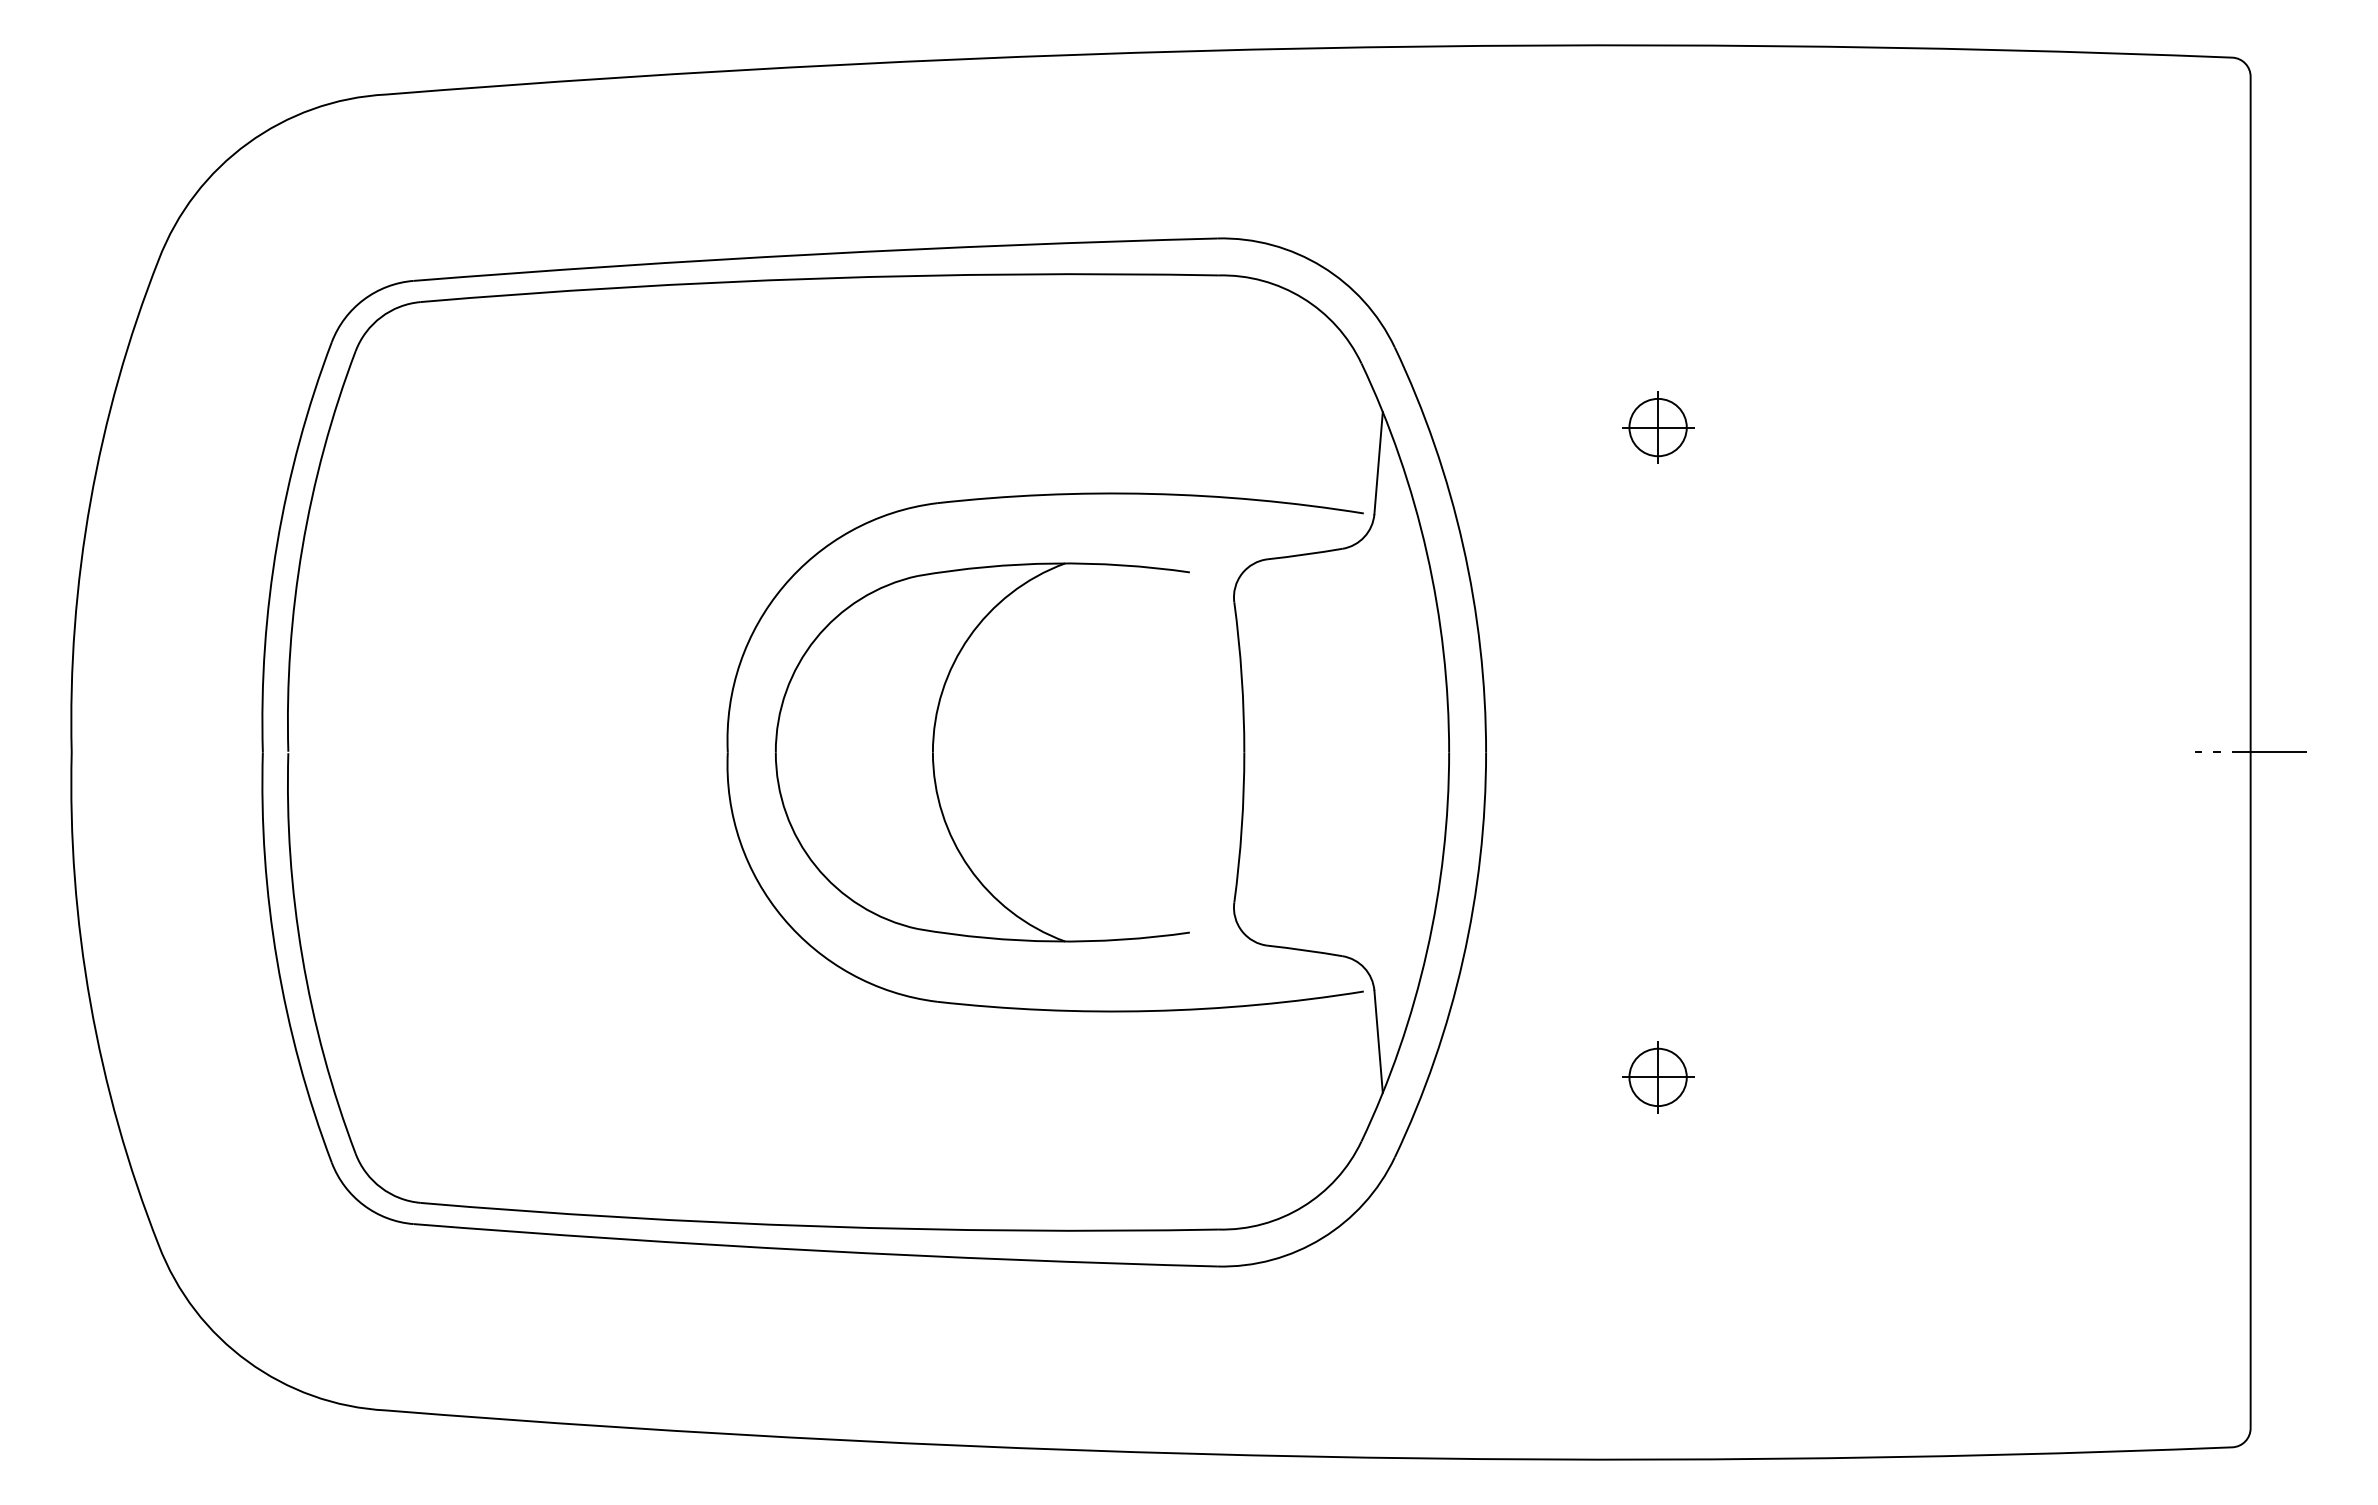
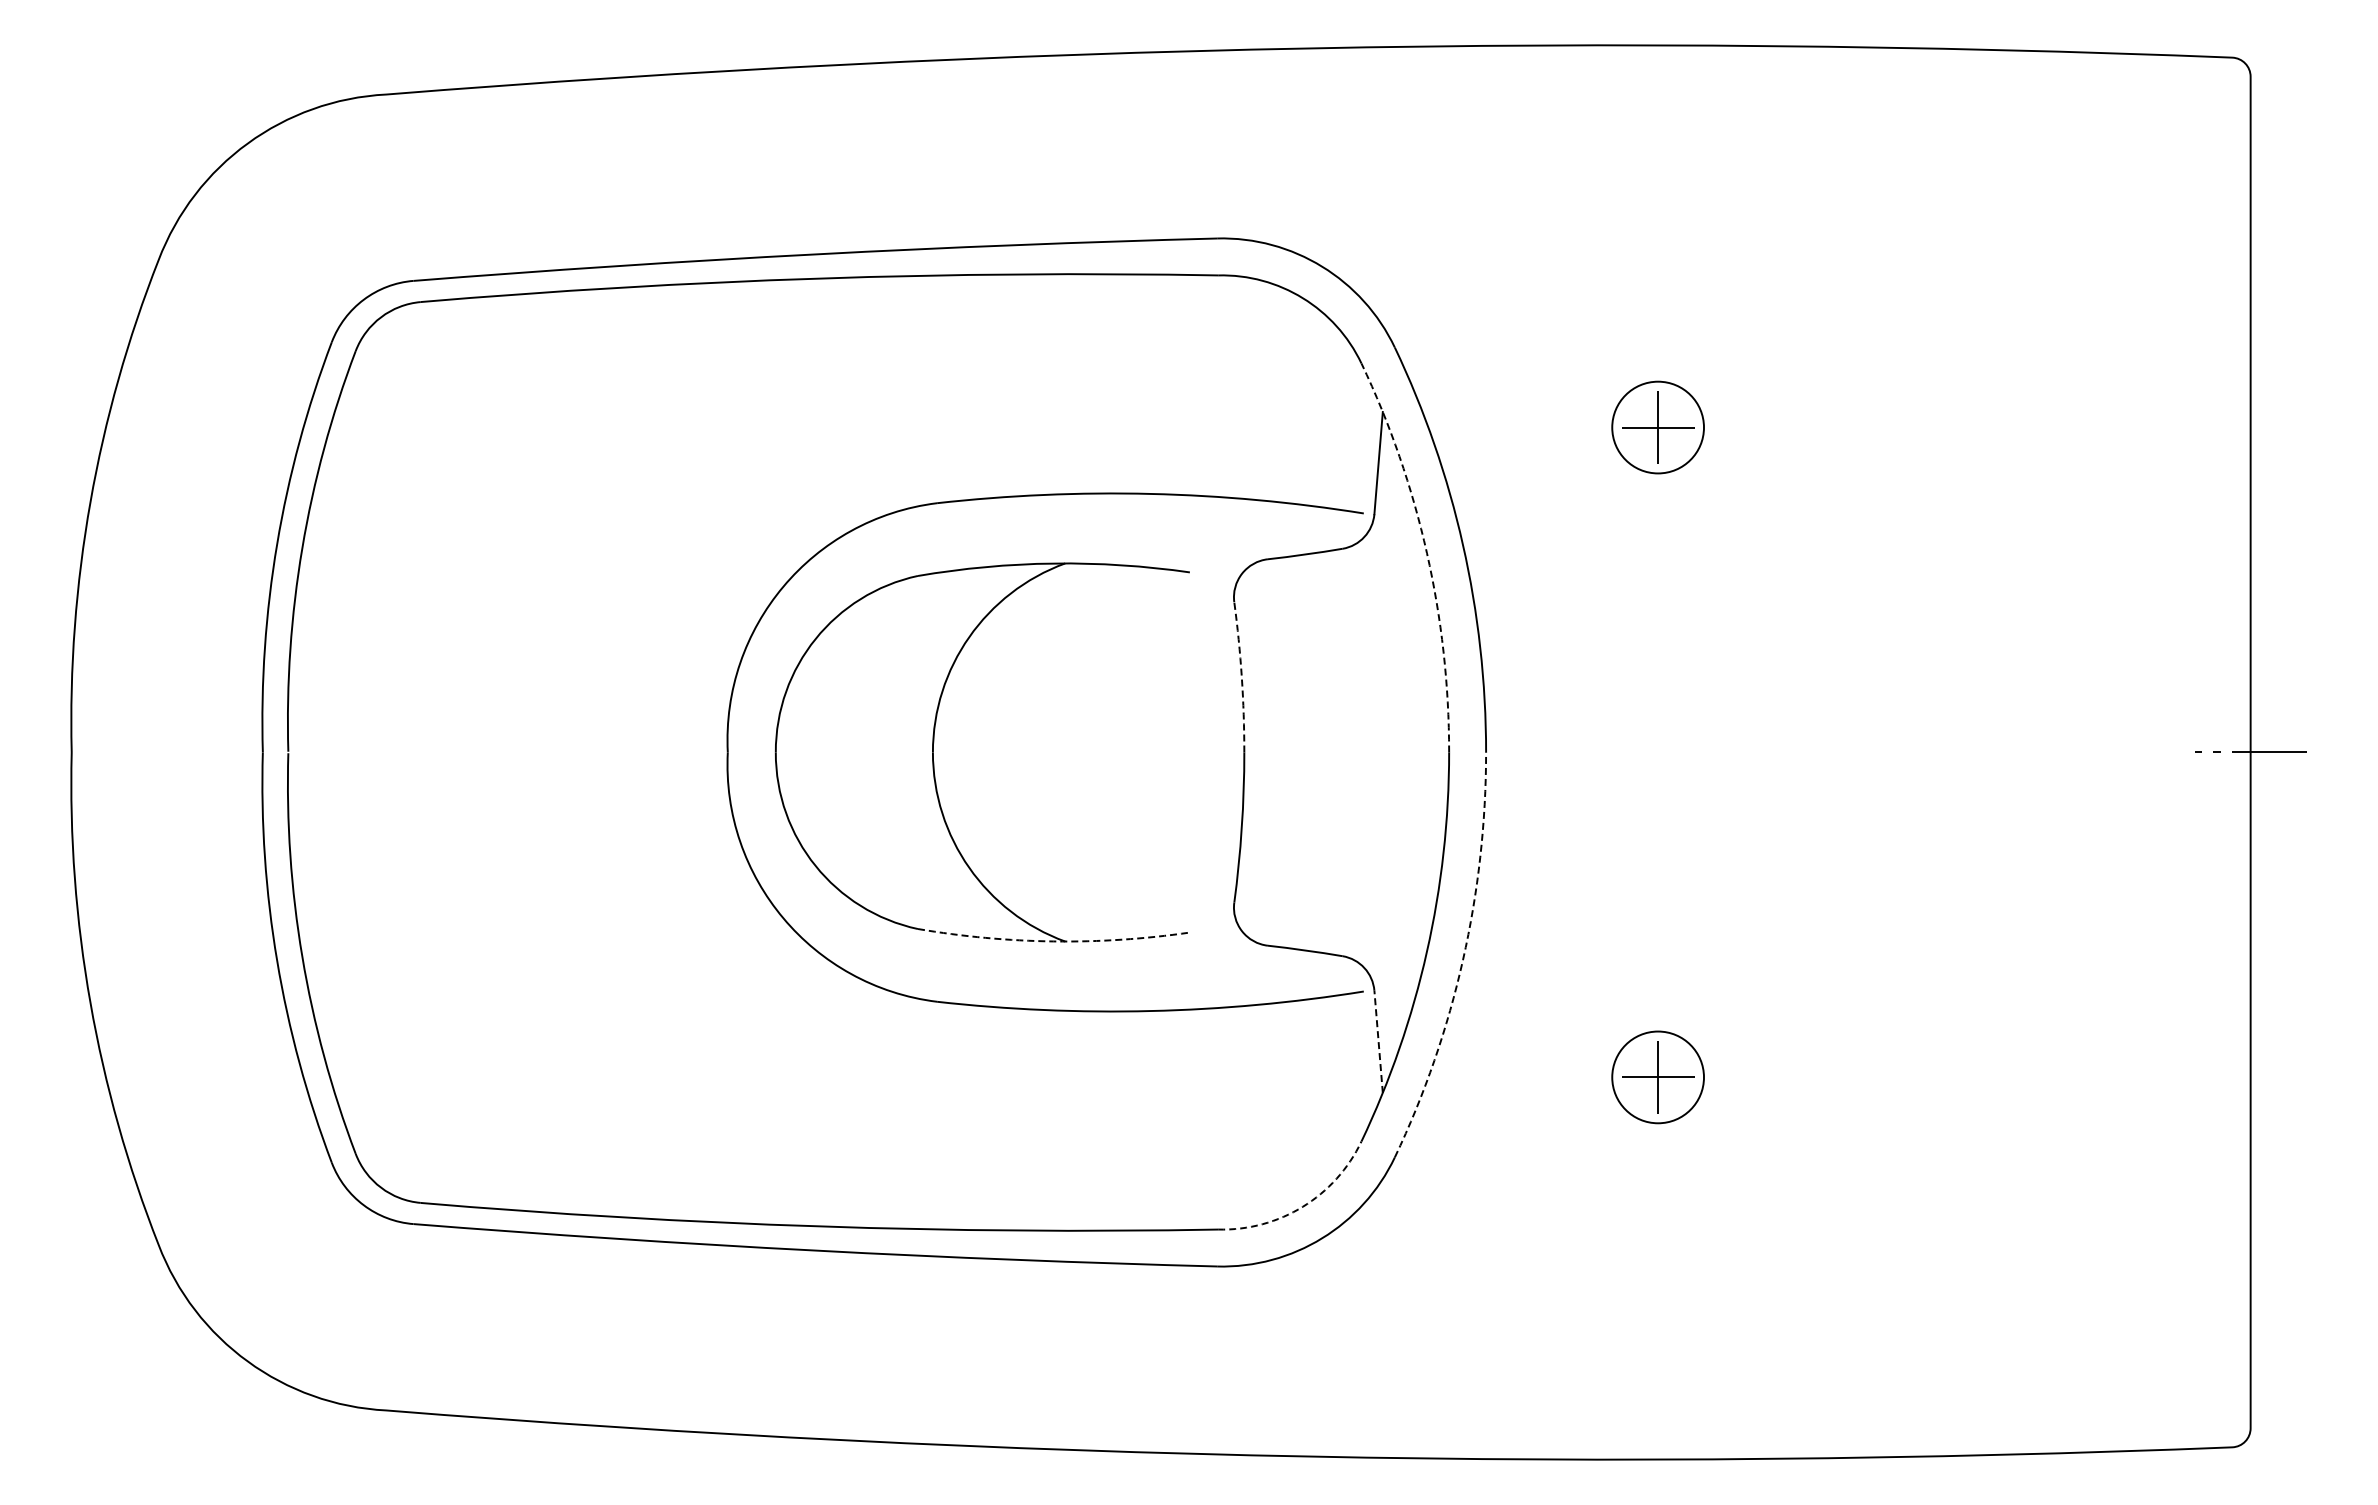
circle at (1657, 427) diameter: 57 px -> 92 px
arc at (1426, 553): solid -> dashed
arc at (1241, 677): solid -> dashed
arc at (1053, 941): solid -> dashed
arc at (1463, 960): solid -> dashed
line at (1378, 1041): solid -> dashed
circle at (1657, 1077) diameter: 57 px -> 92 px
arc at (1302, 1206): solid -> dashed
